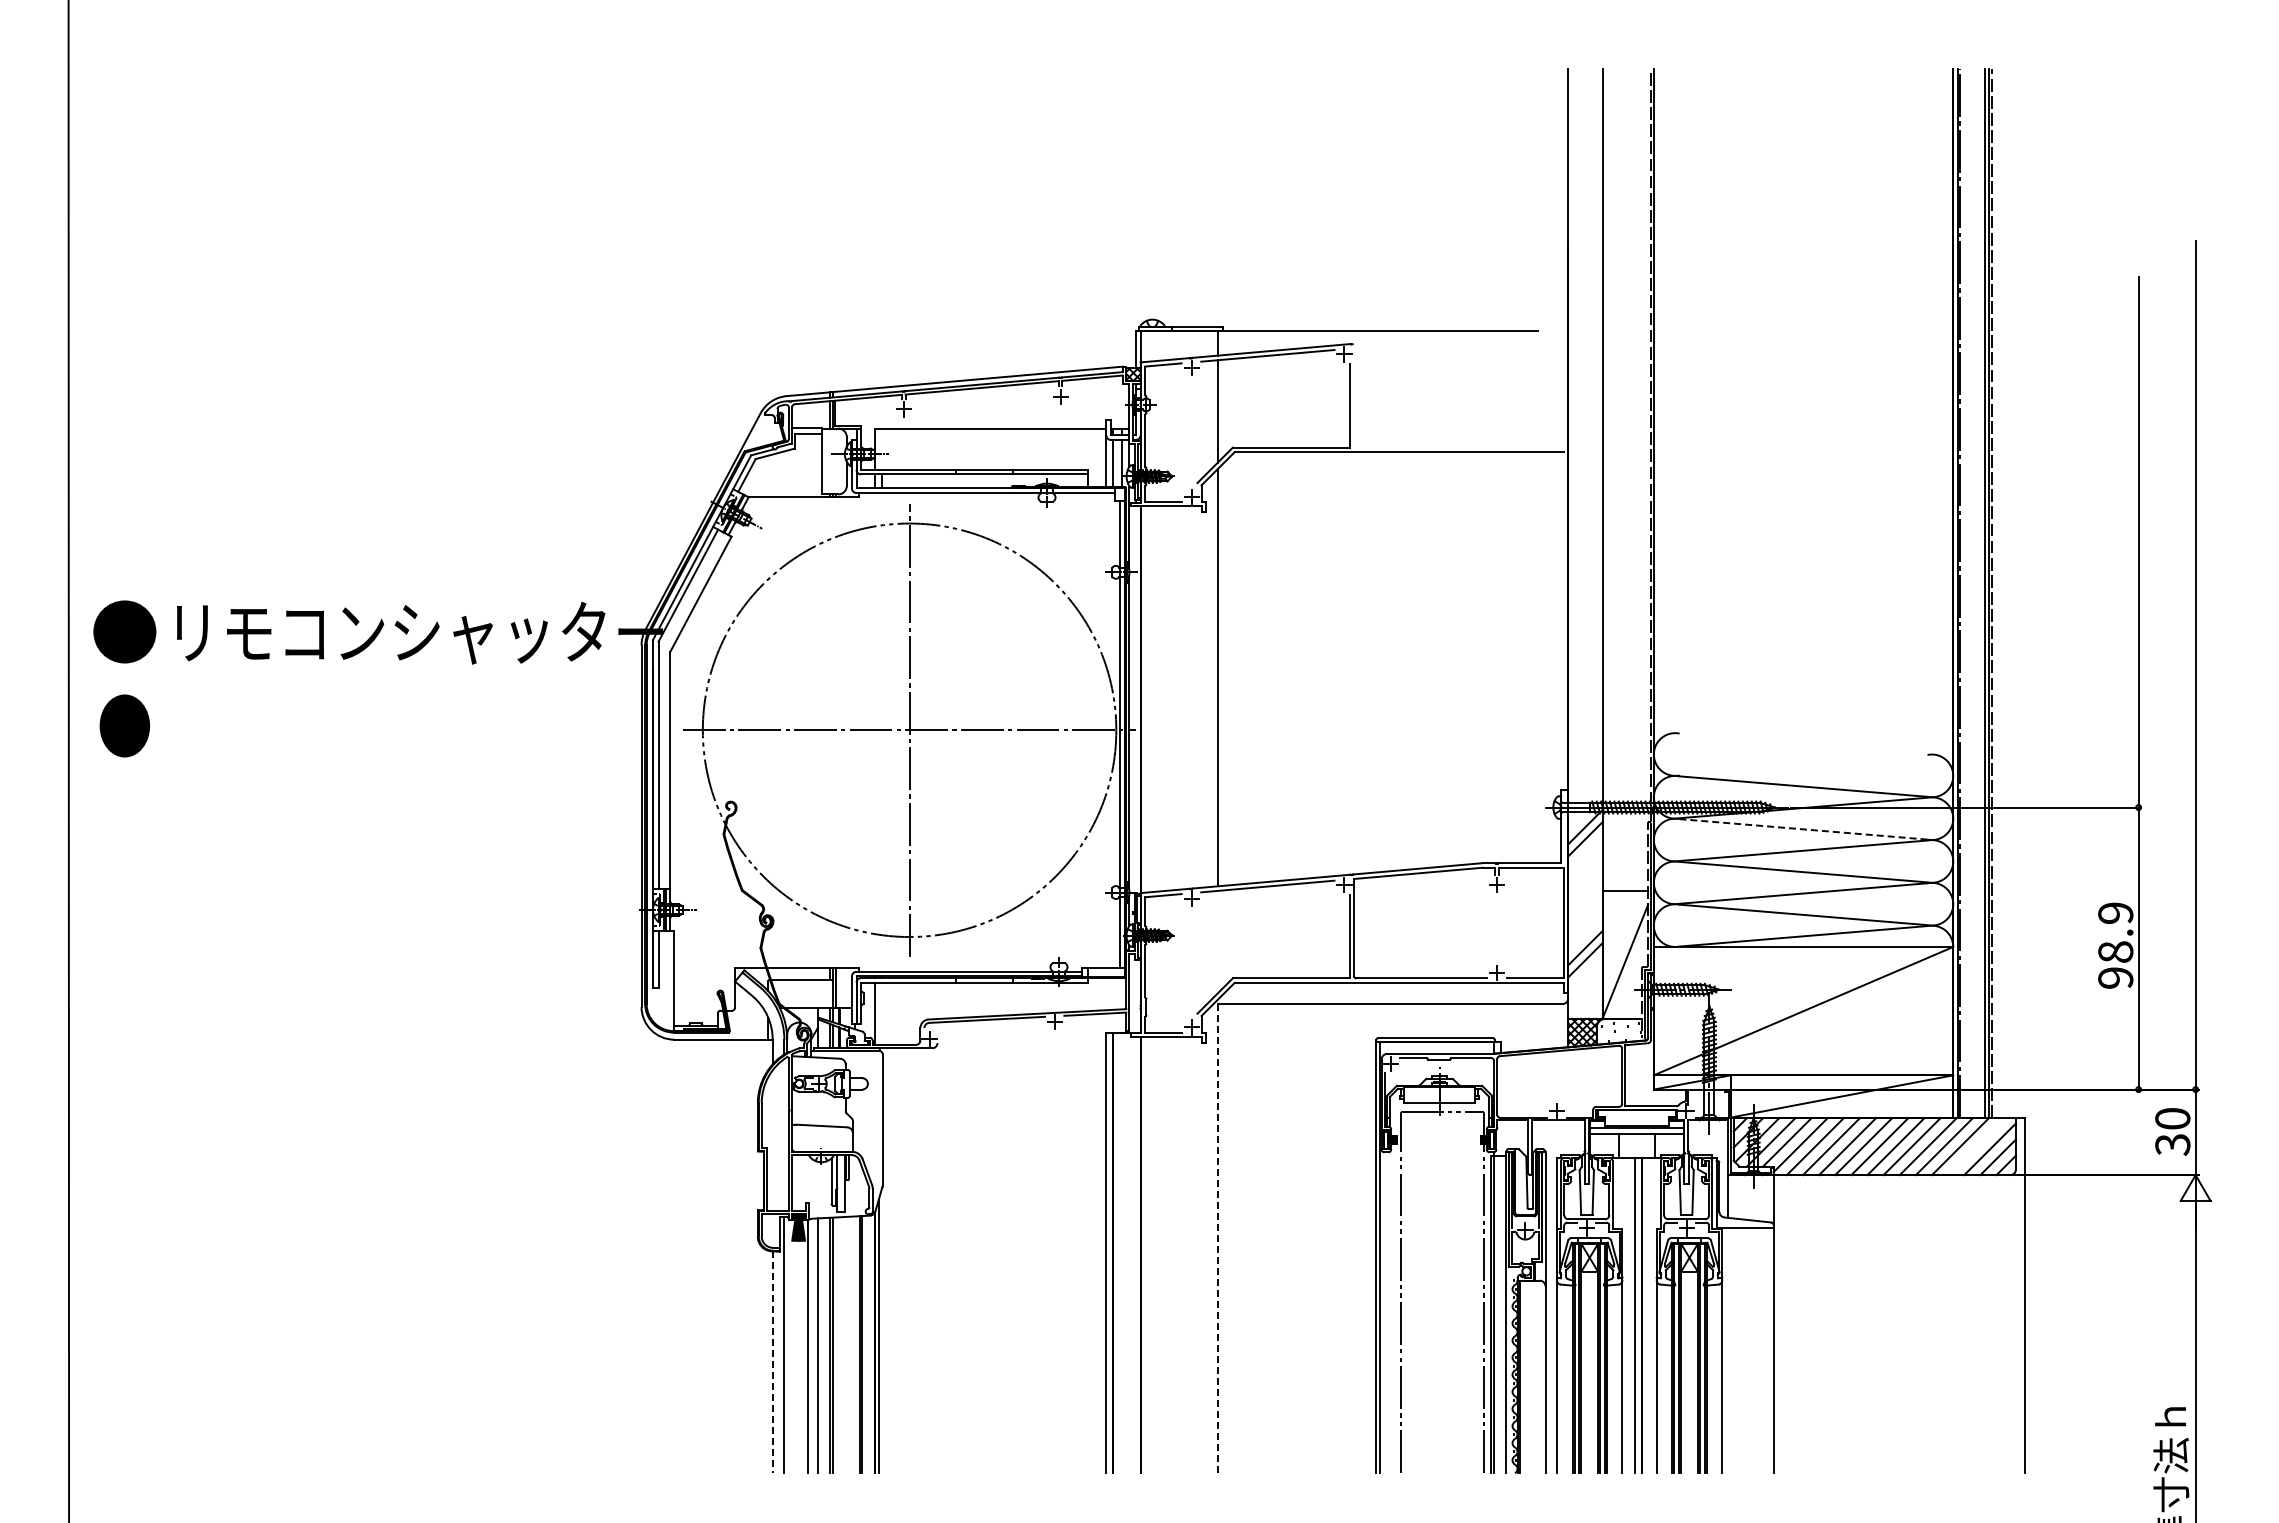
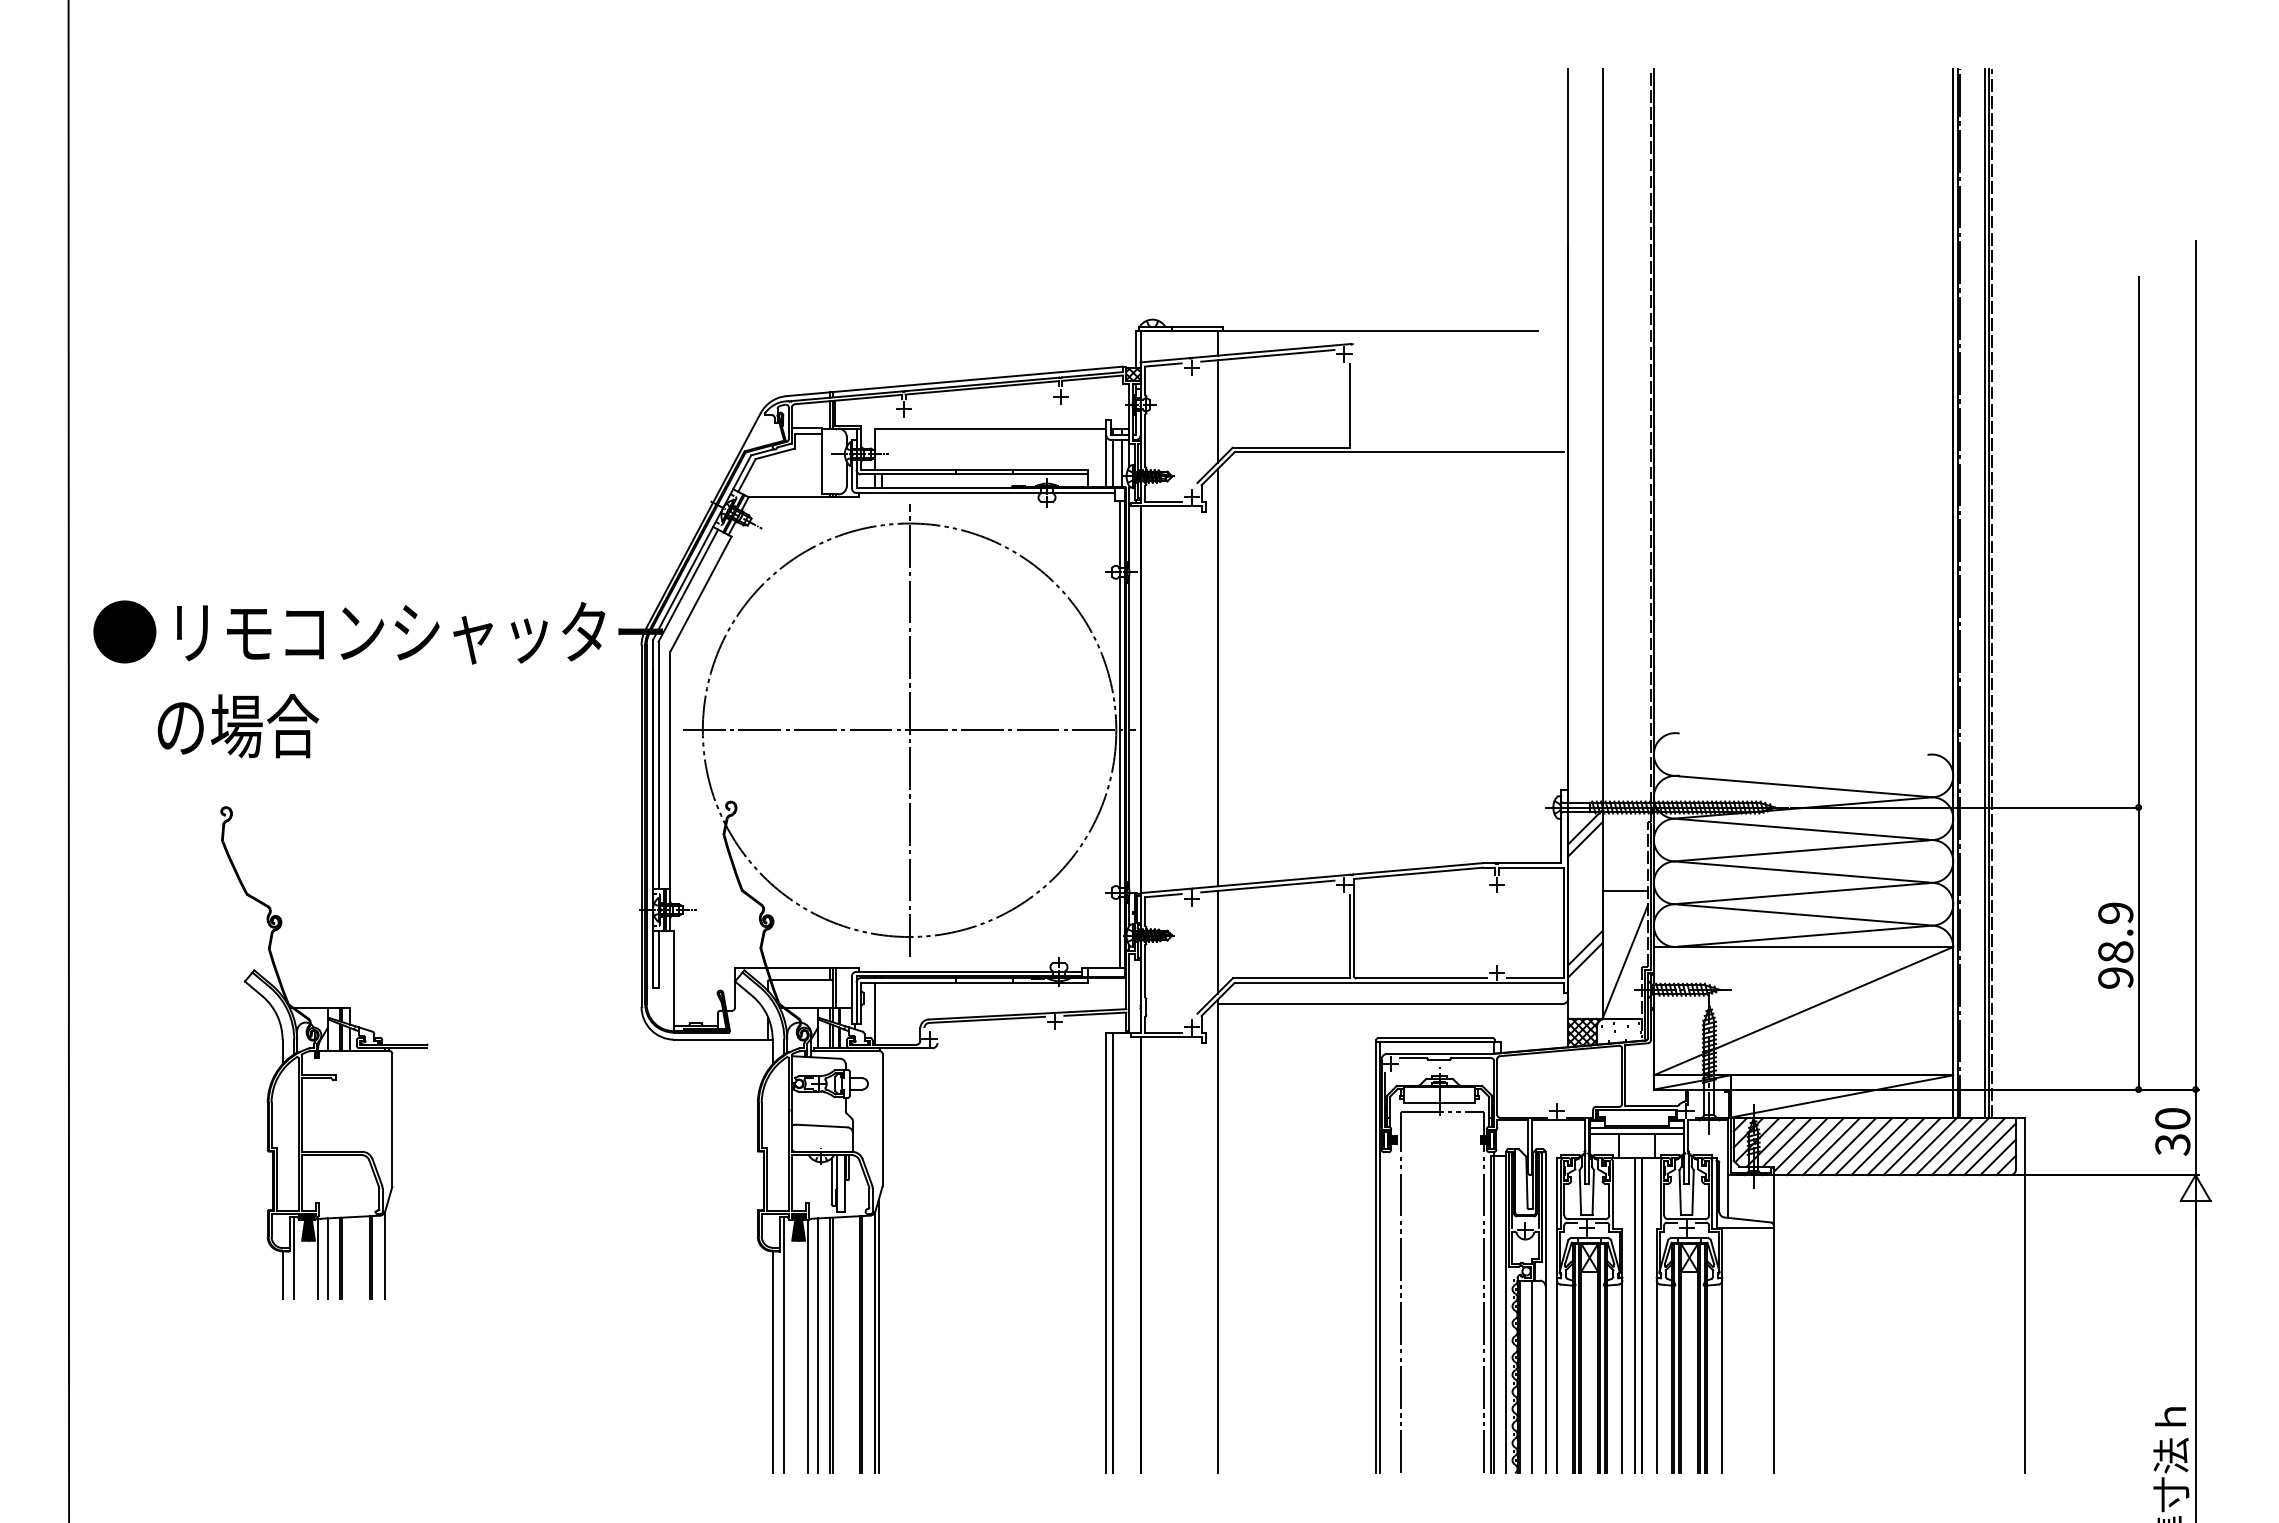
text at (209, 726): ● -> の場合
line at (1803, 829): dashed -> solid
line at (1217, 941): none -> present
part at (324, 1052): none -> present
line at (1976, 1146): none -> present
line at (1217, 1236): dashed -> solid
line at (772, 1362): dashed -> solid
line at (1531, 1376): none -> present
